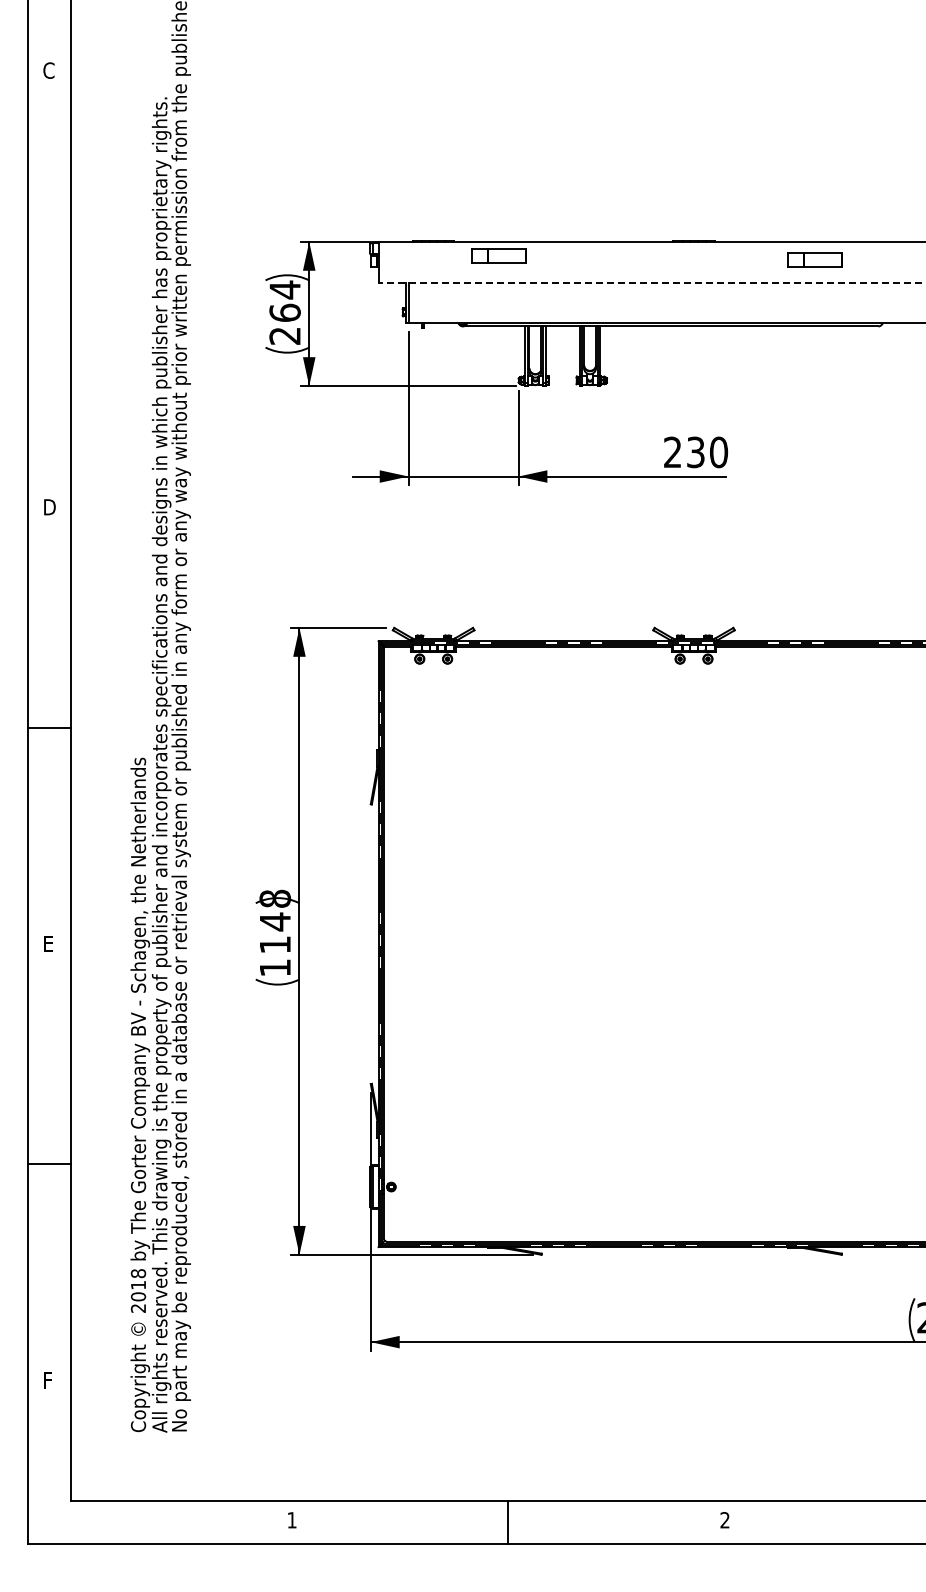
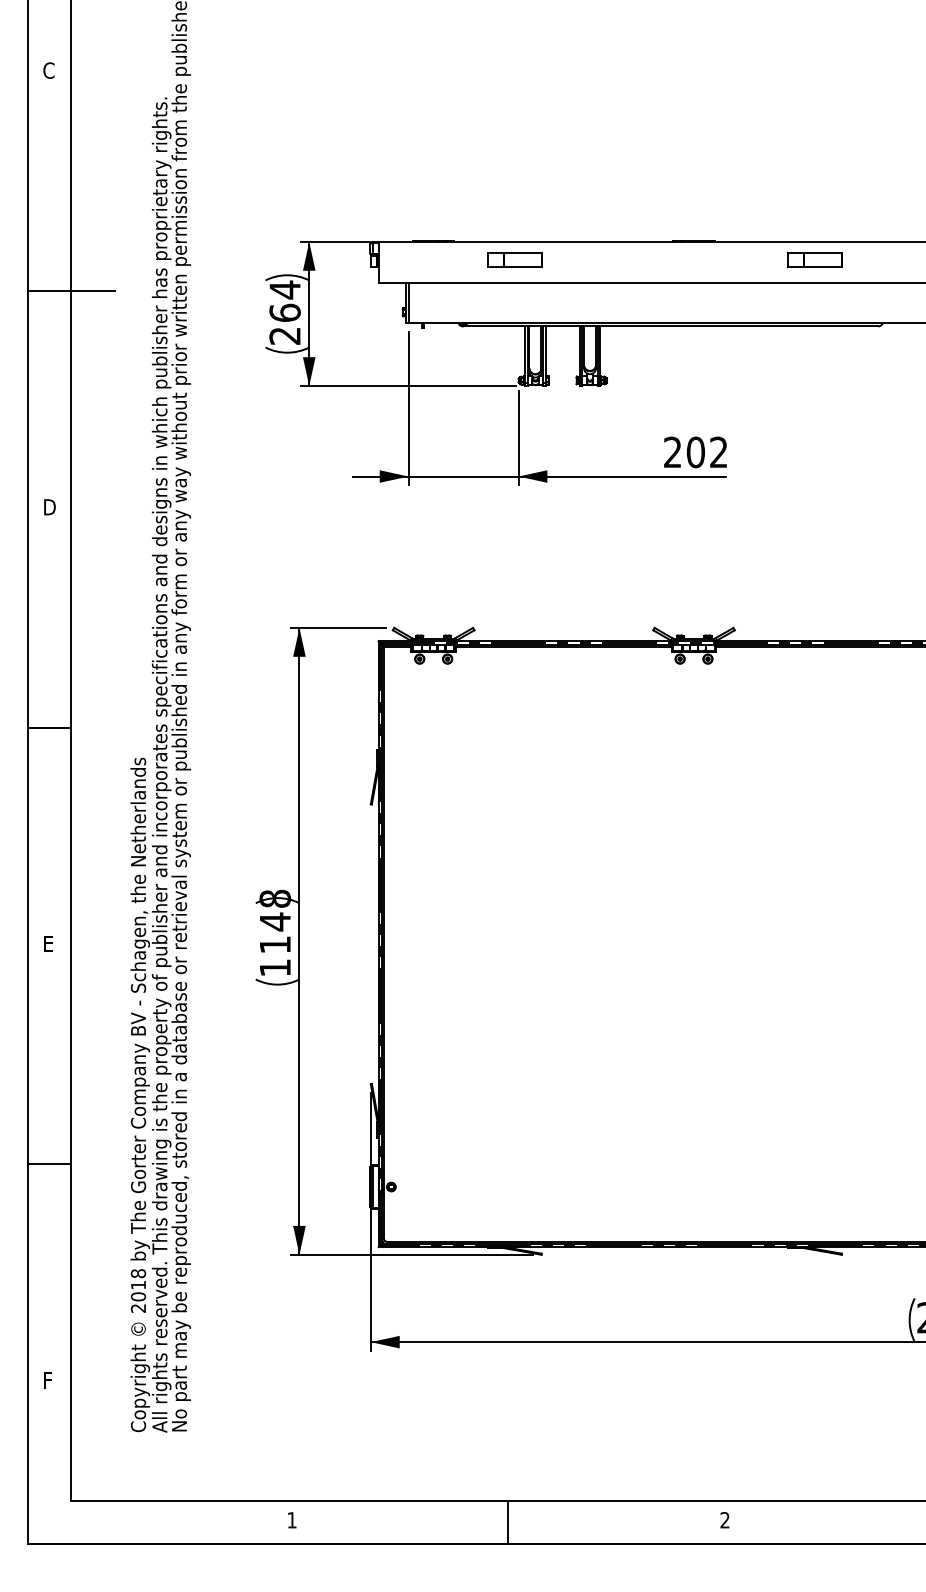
part at (498, 255) position: (498, 255) -> (514, 259)
line at (651, 282): dashed -> solid
line at (71, 291): none -> present
text at (707, 452): 230 -> 202
